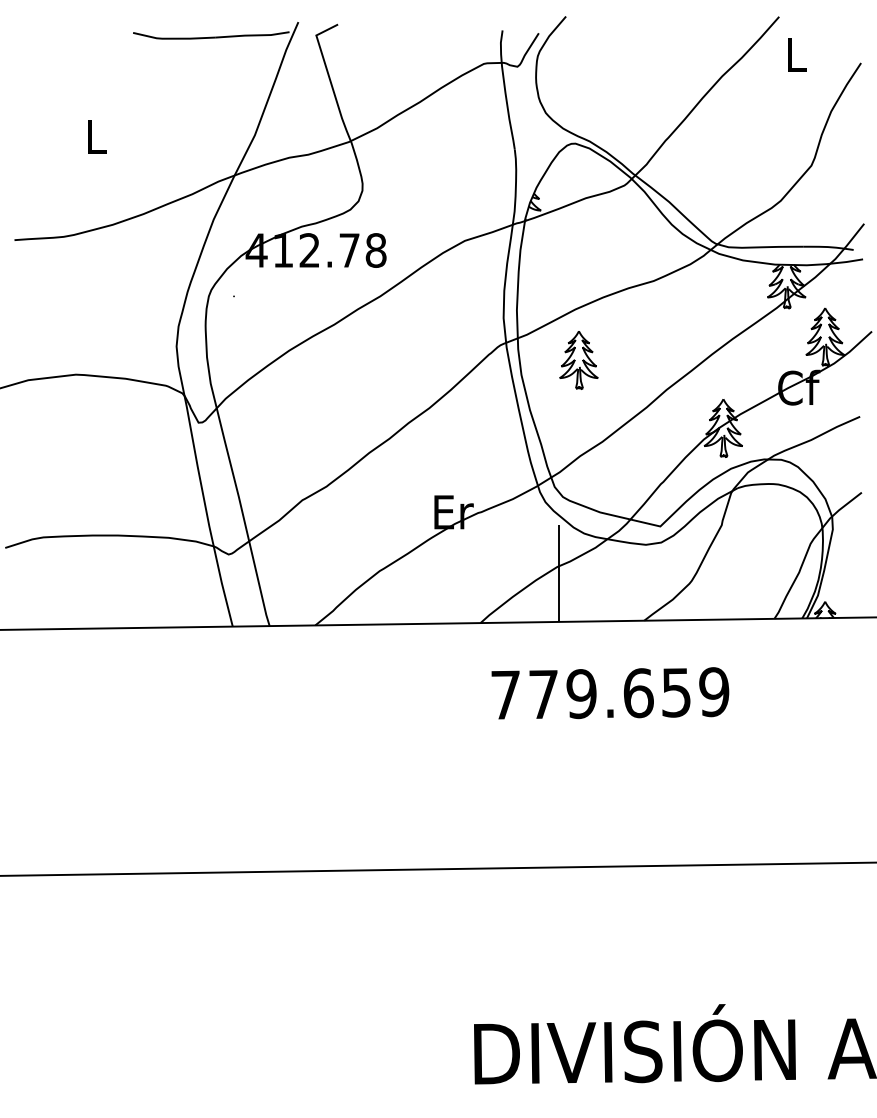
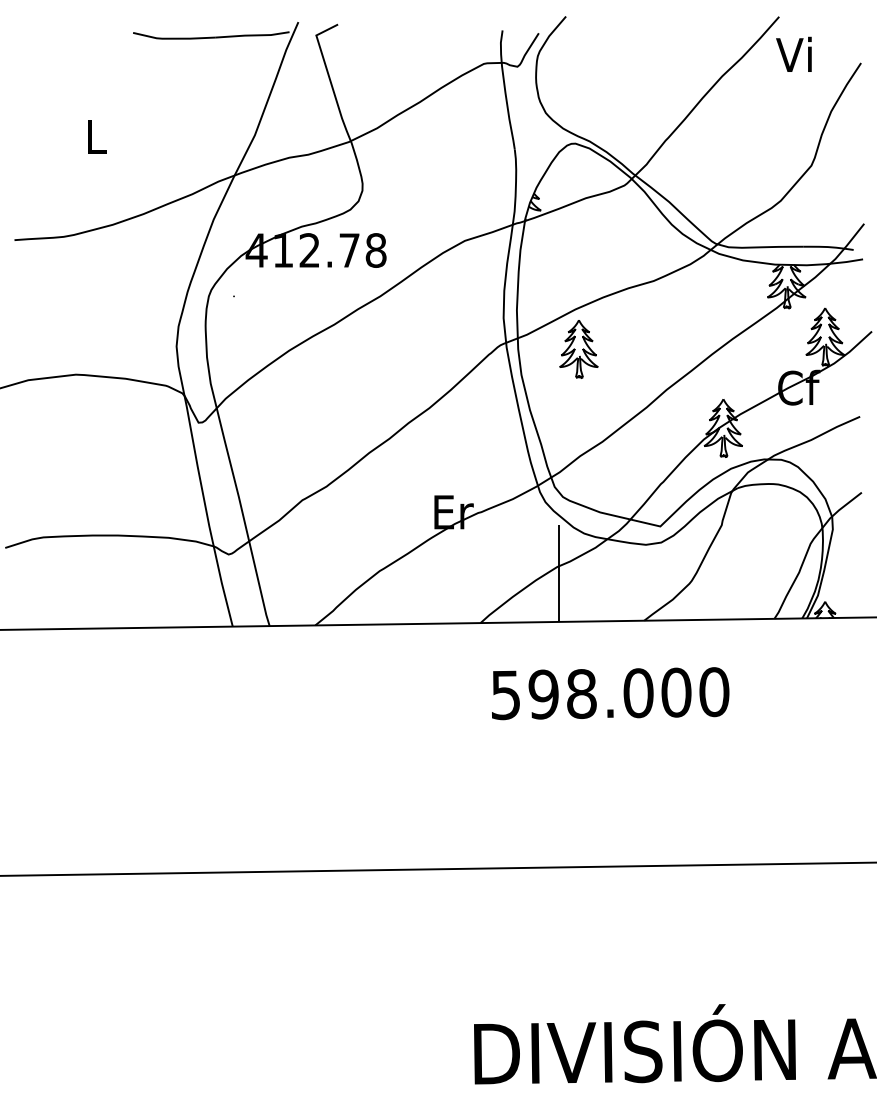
text at (793, 53): L -> Vi
part at (578, 360) position: (578, 360) -> (578, 349)
text at (610, 693): 779.659 -> 598.000
